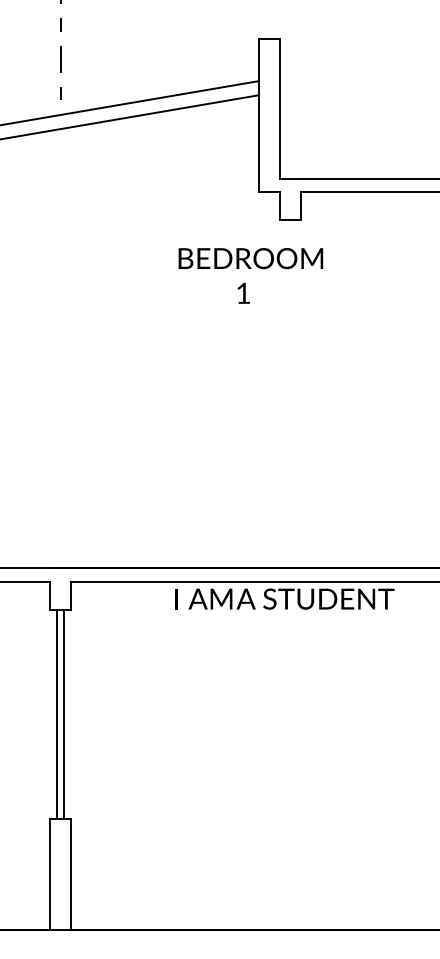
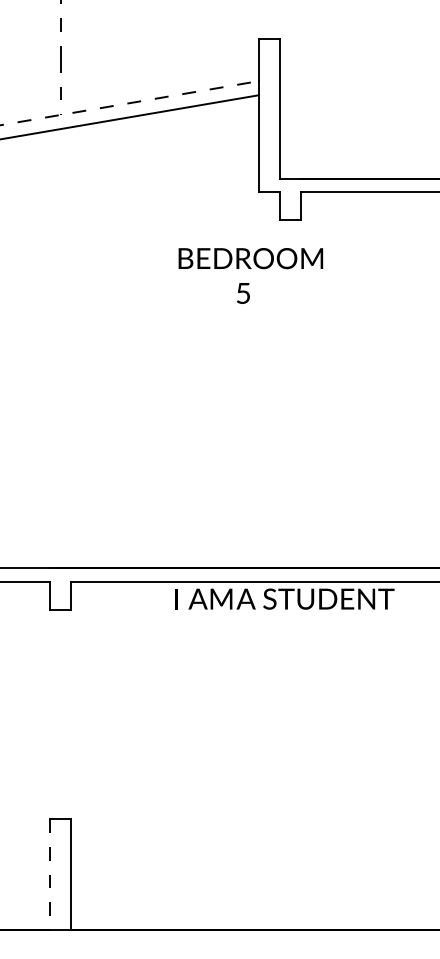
line at (129, 103): solid -> dashed
text at (242, 293): 1 -> 5
line at (57, 714): present -> none
line at (64, 714): present -> none
line at (50, 874): solid -> dashed
